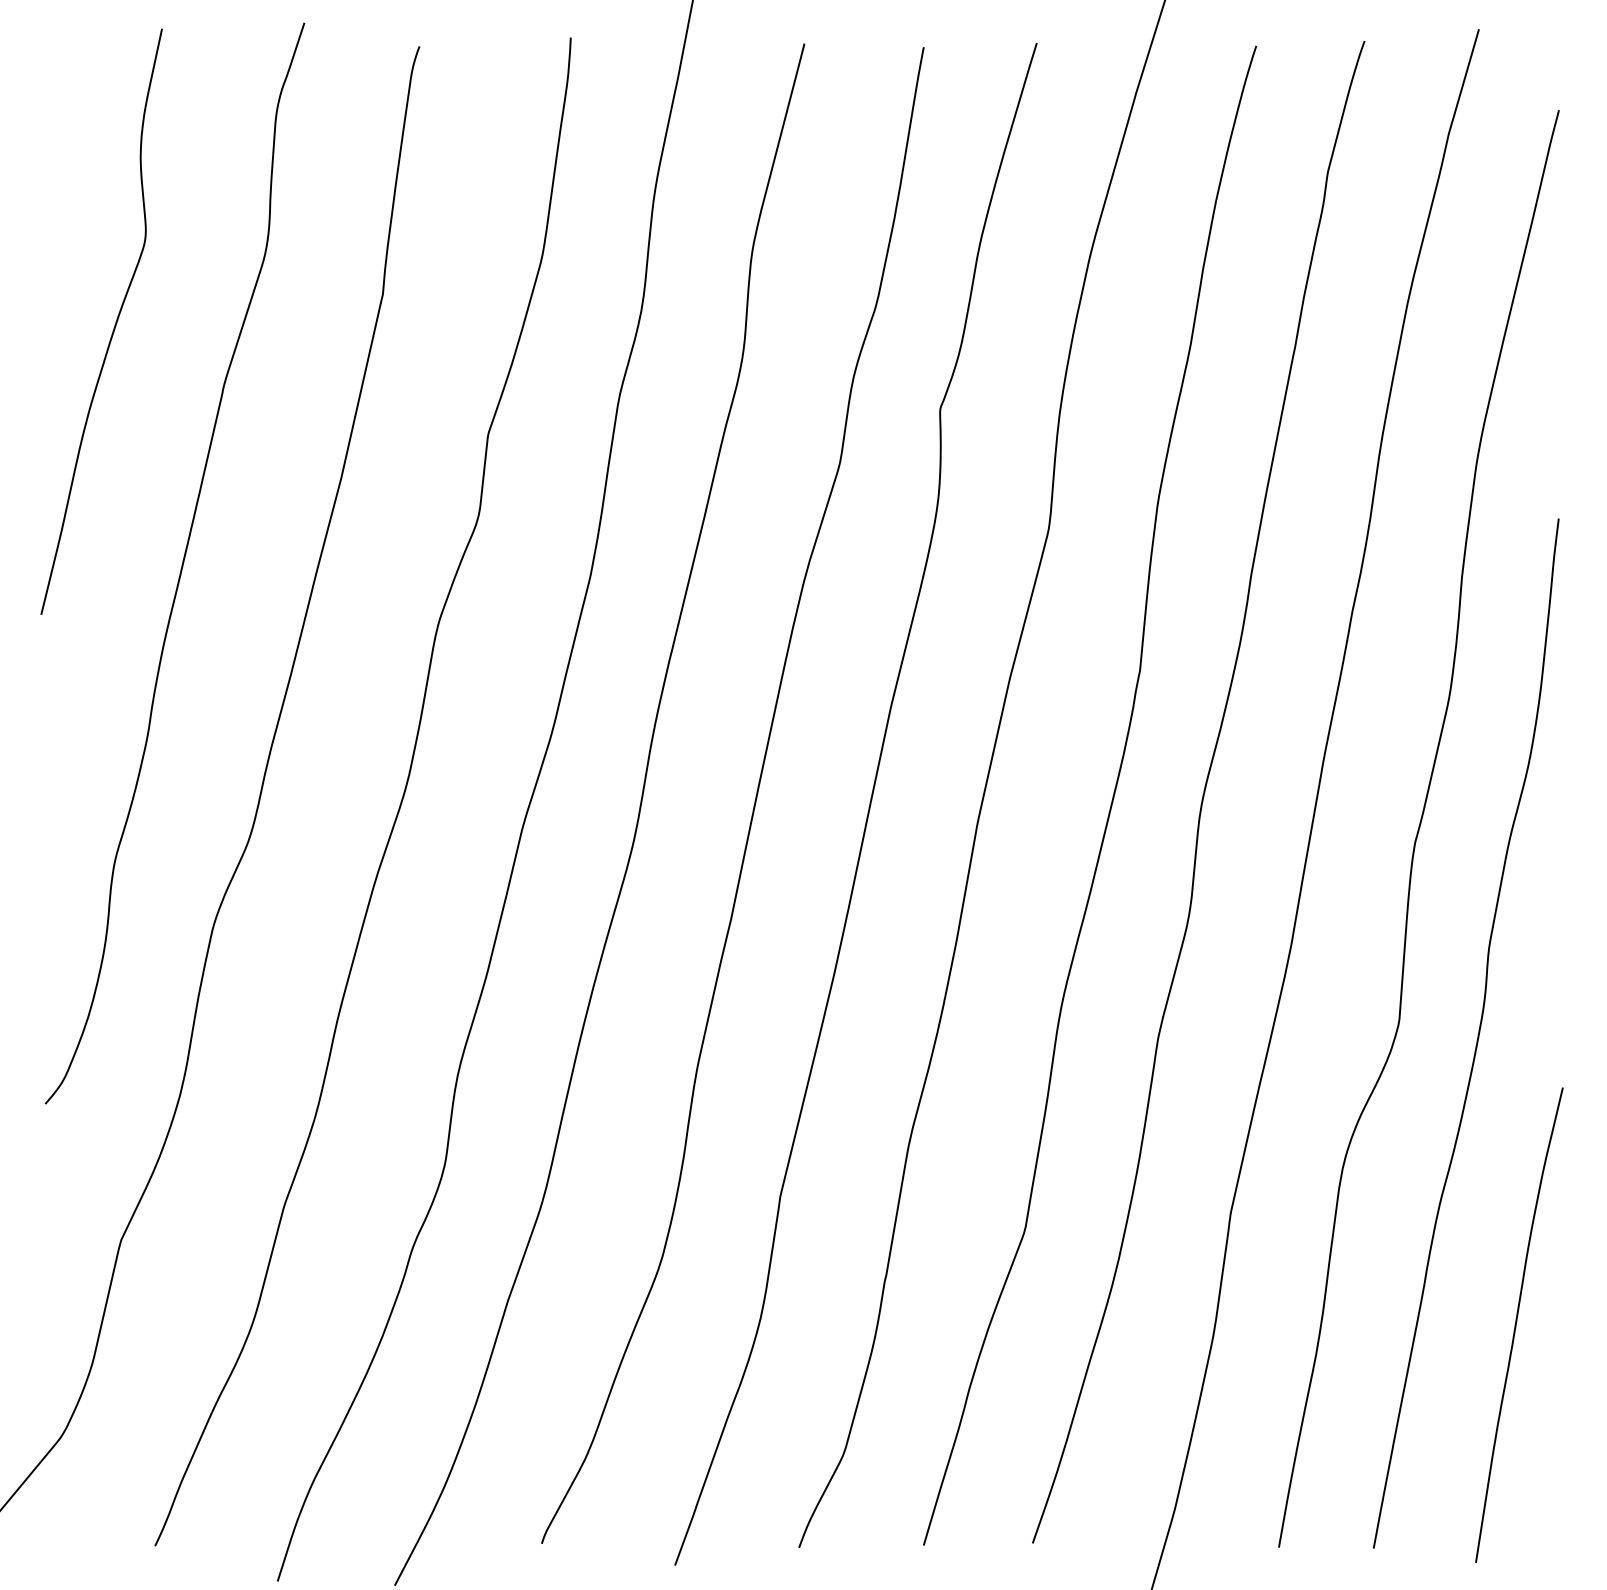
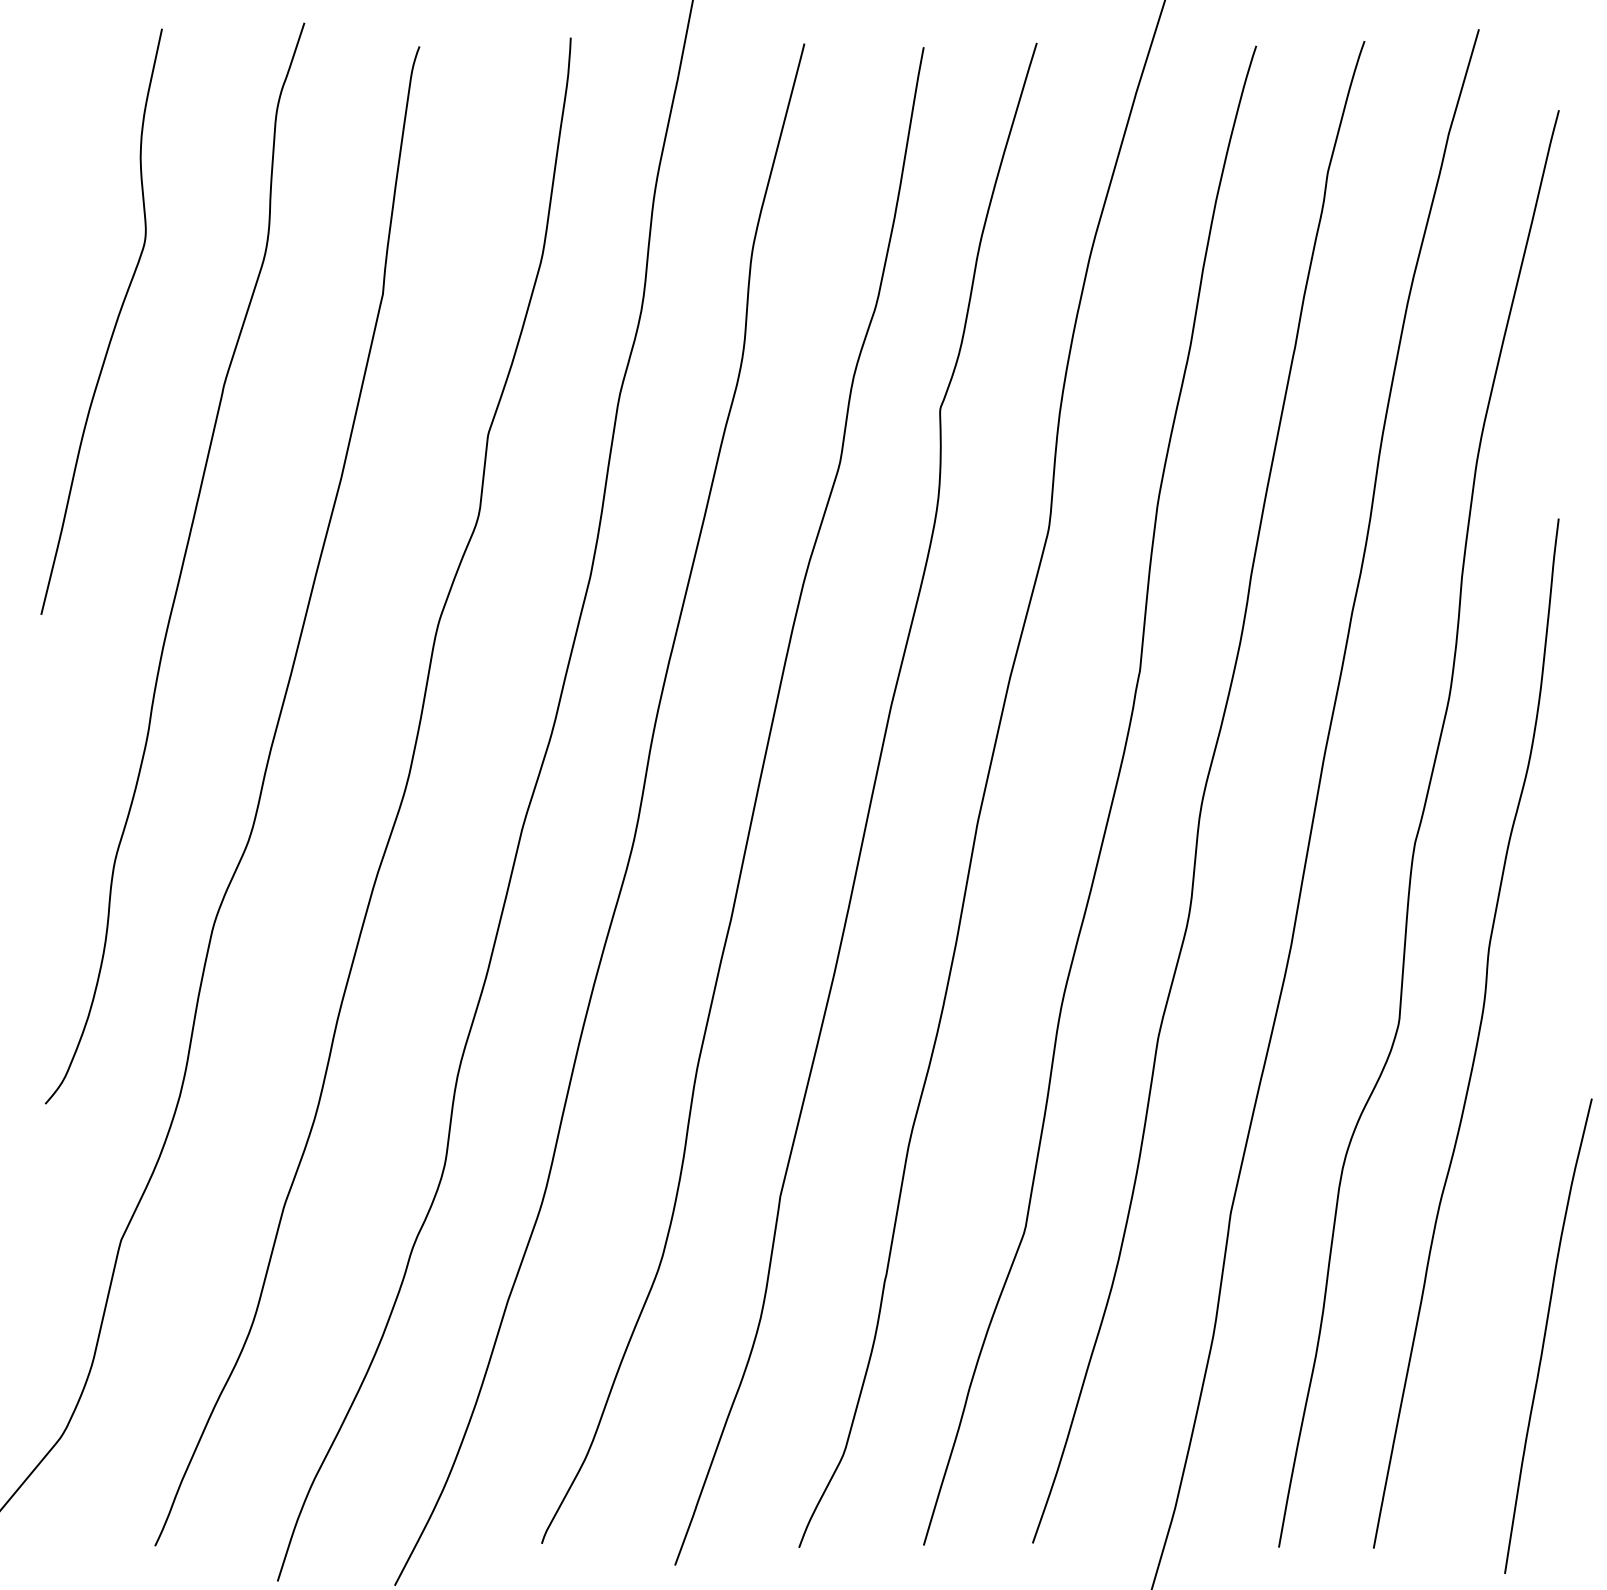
curve at (1516, 1324) position: (1516, 1324) -> (1545, 1335)
